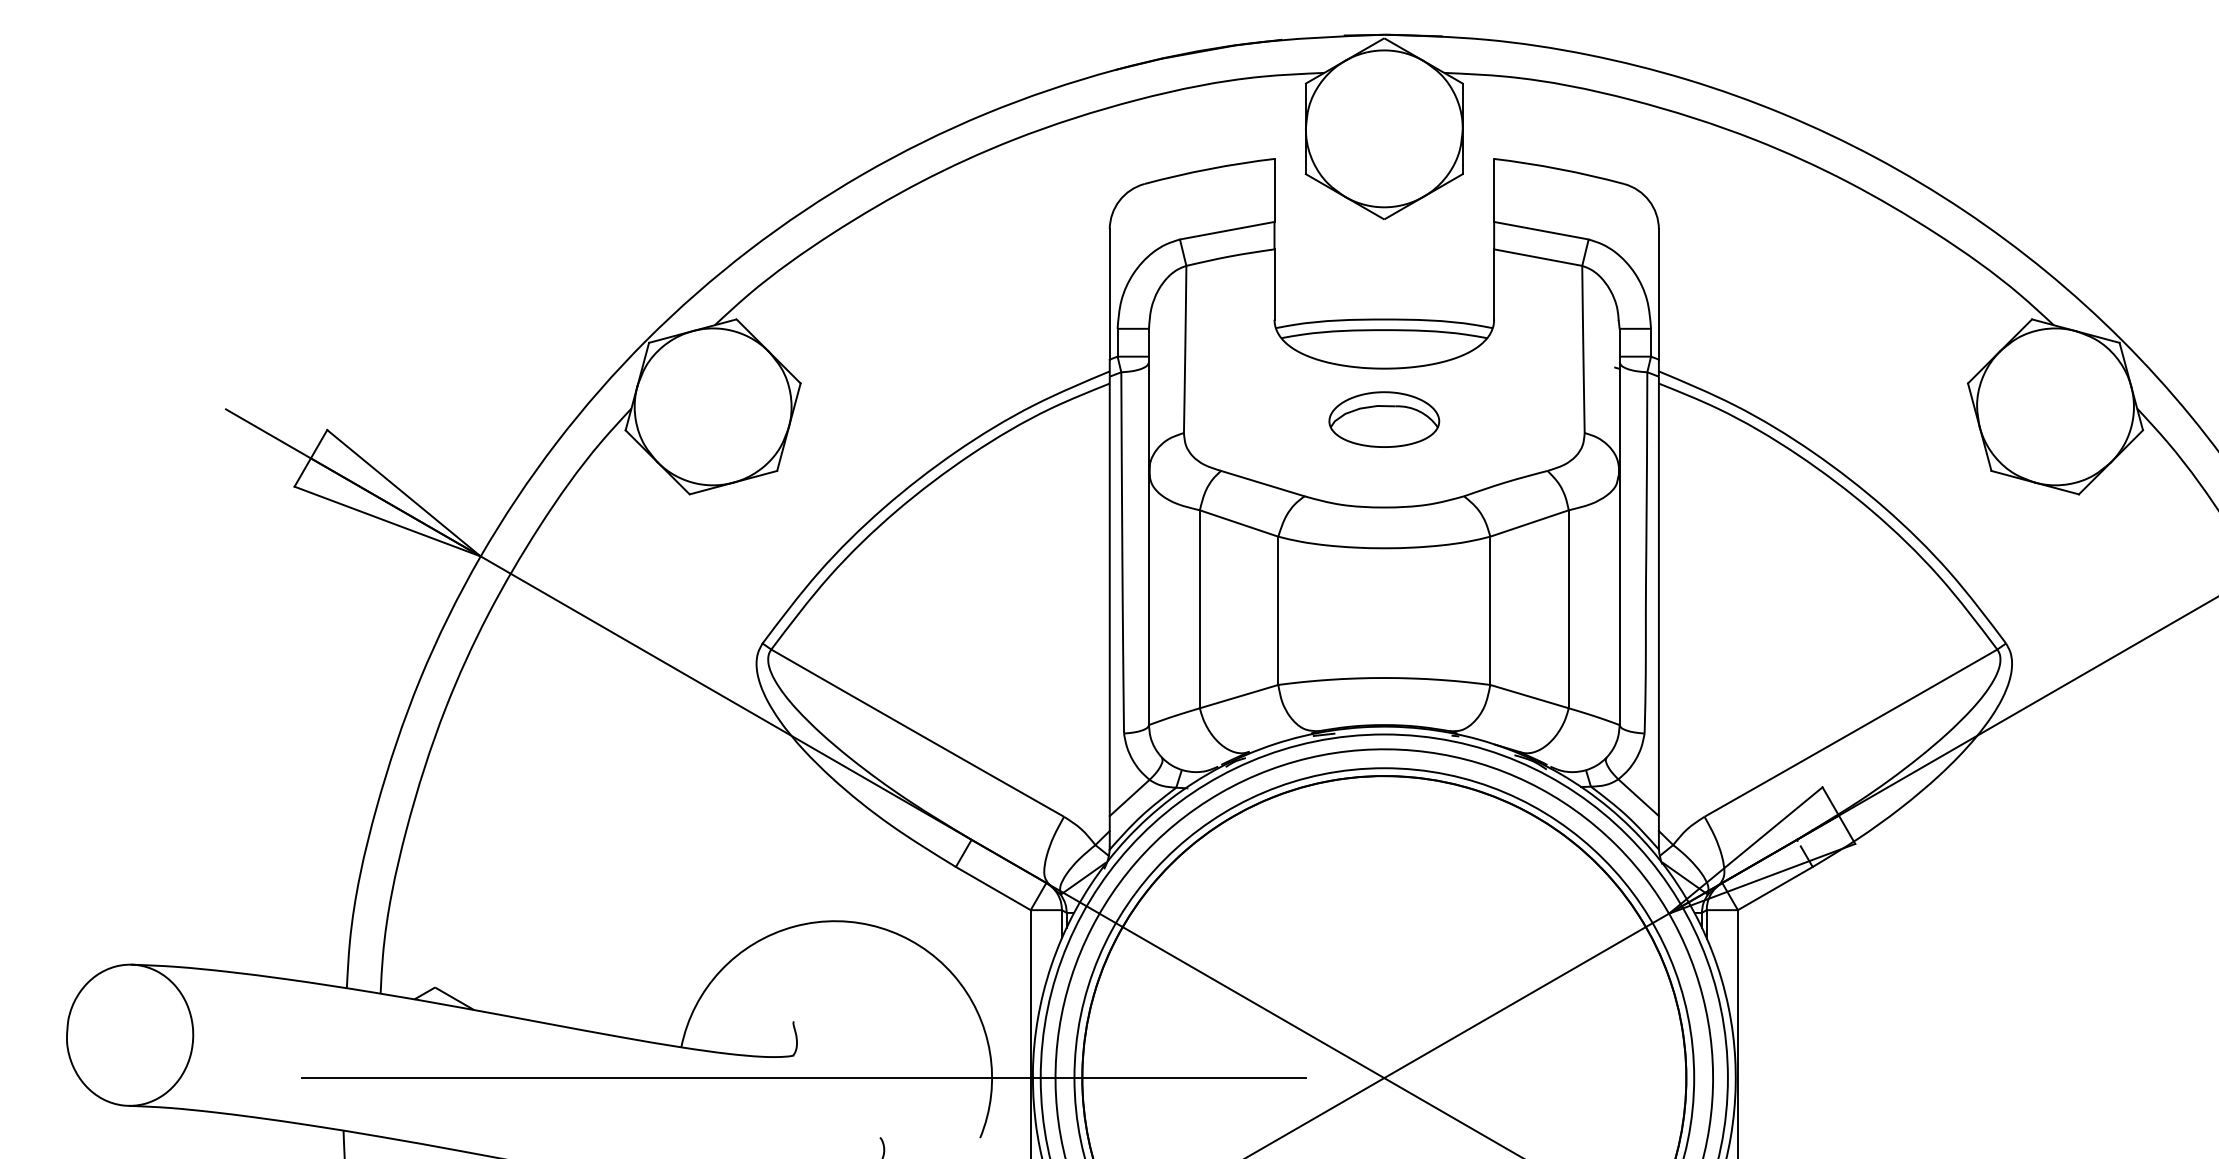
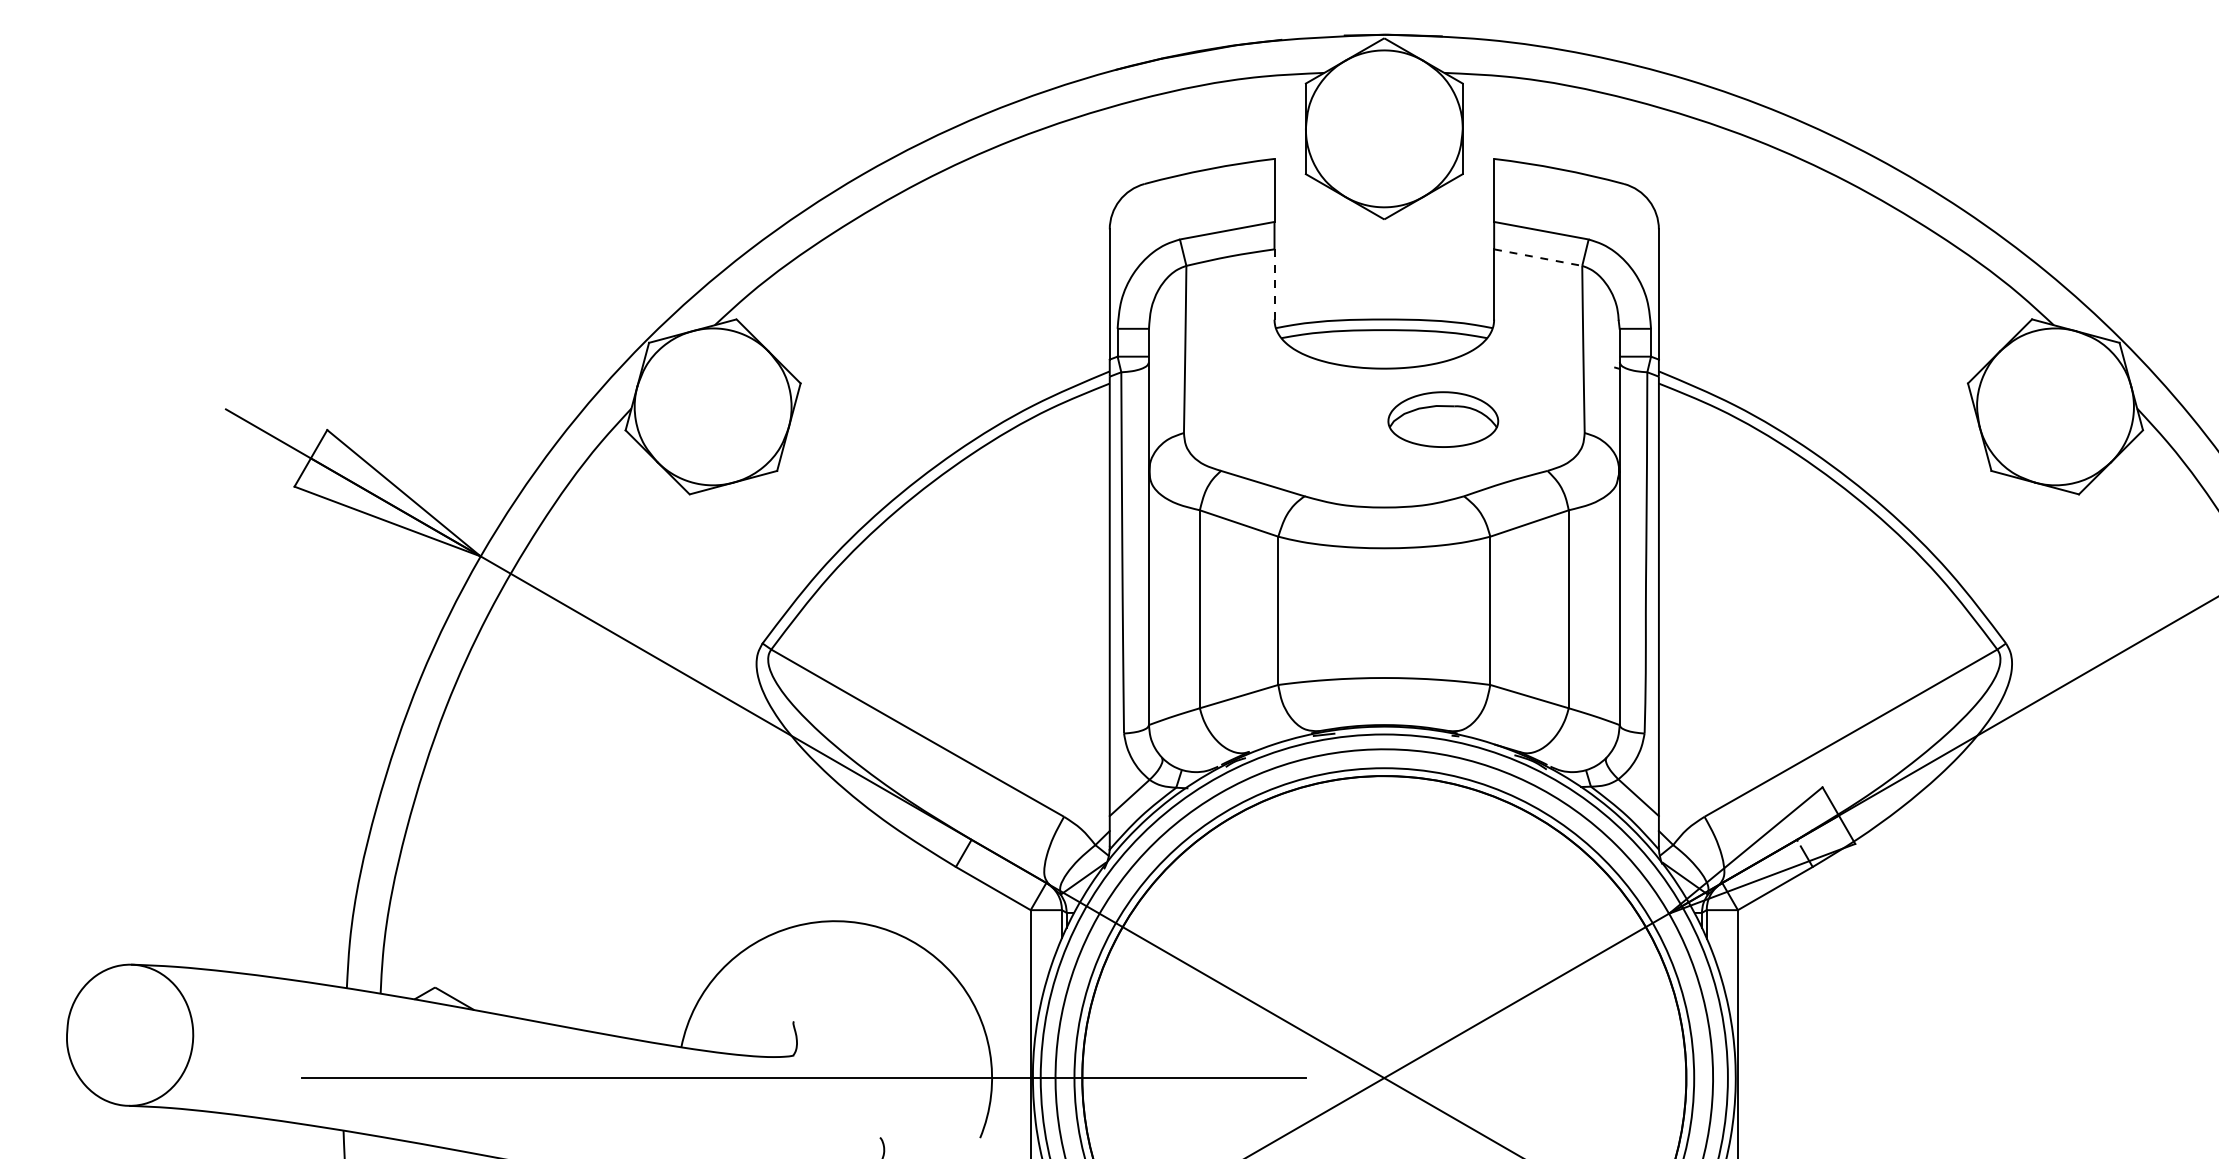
line at (1538, 257): solid -> dashed
line at (1274, 284): solid -> dashed
part at (1384, 419) position: (1384, 419) -> (1443, 419)
